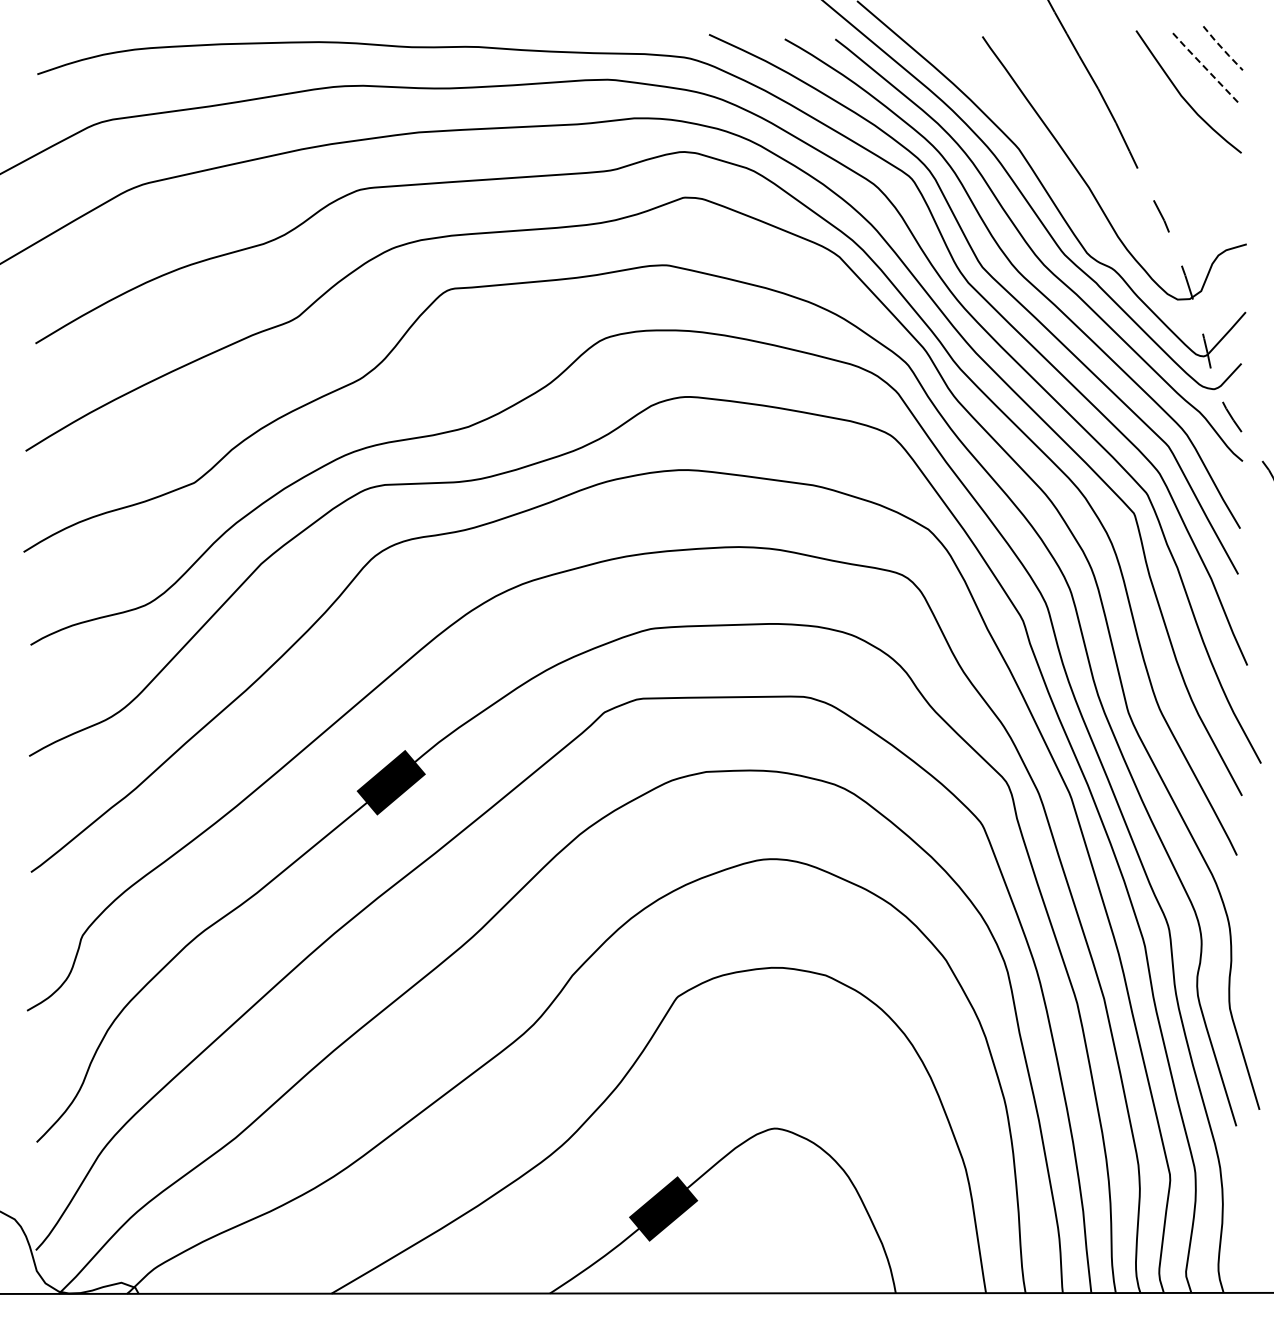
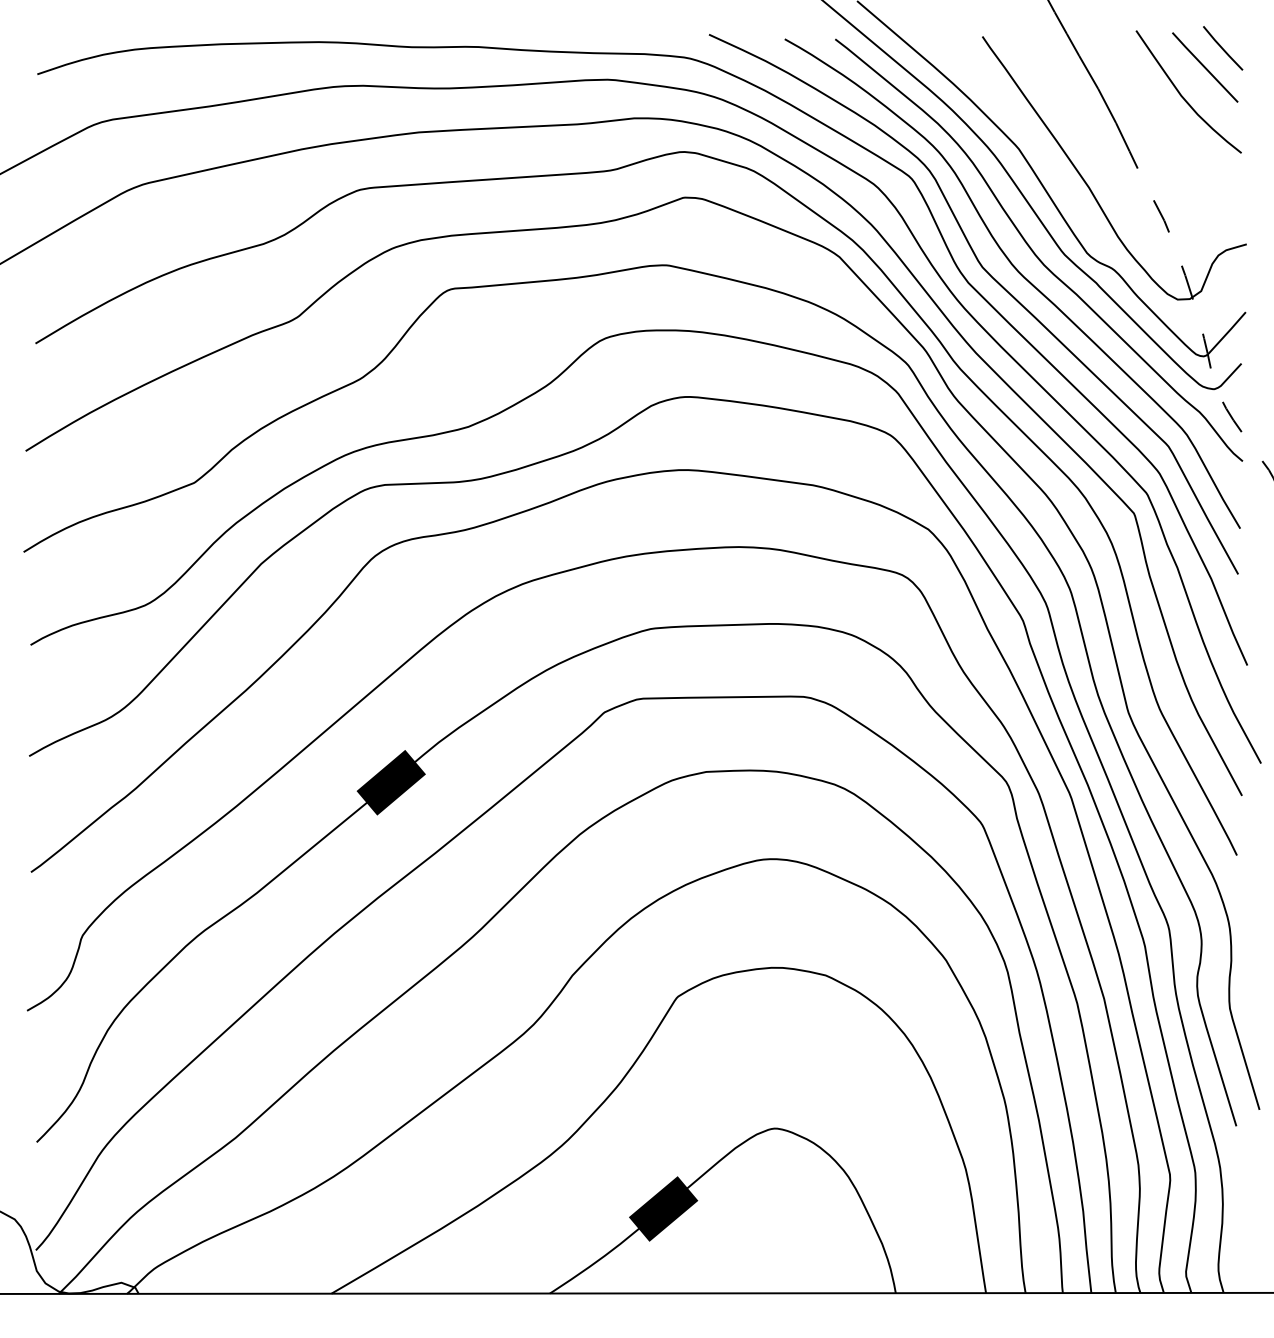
line at (1222, 48): dashed -> solid
line at (1204, 67): dashed -> solid
